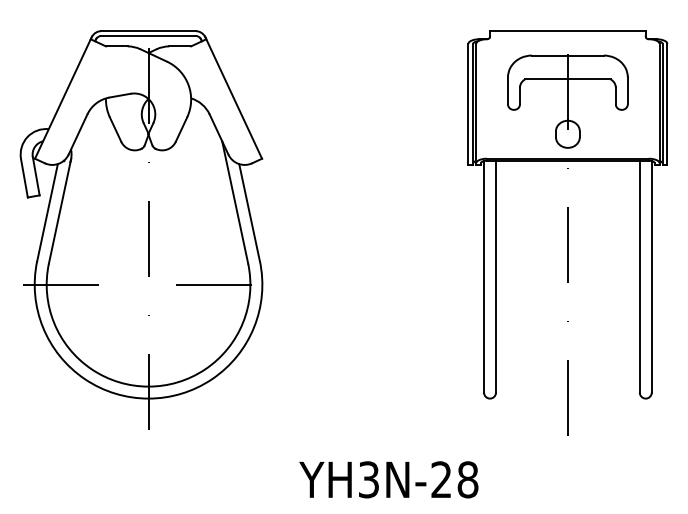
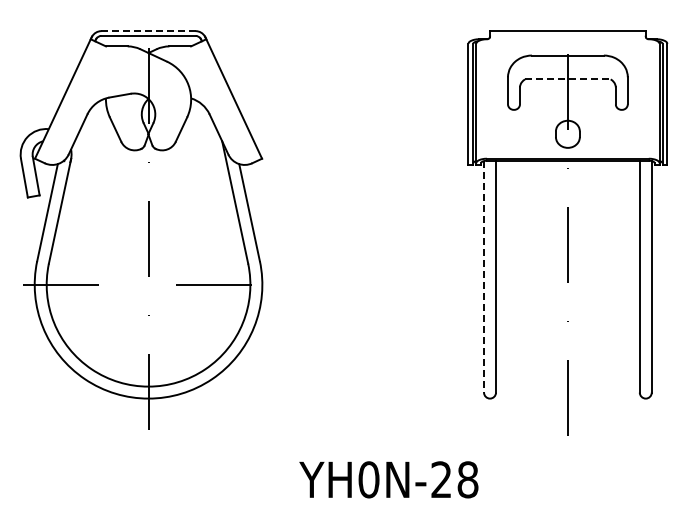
line at (148, 31): solid -> dashed
line at (567, 79): solid -> dashed
line at (484, 276): solid -> dashed
text at (368, 479): YH3N-28 -> YH0N-28
